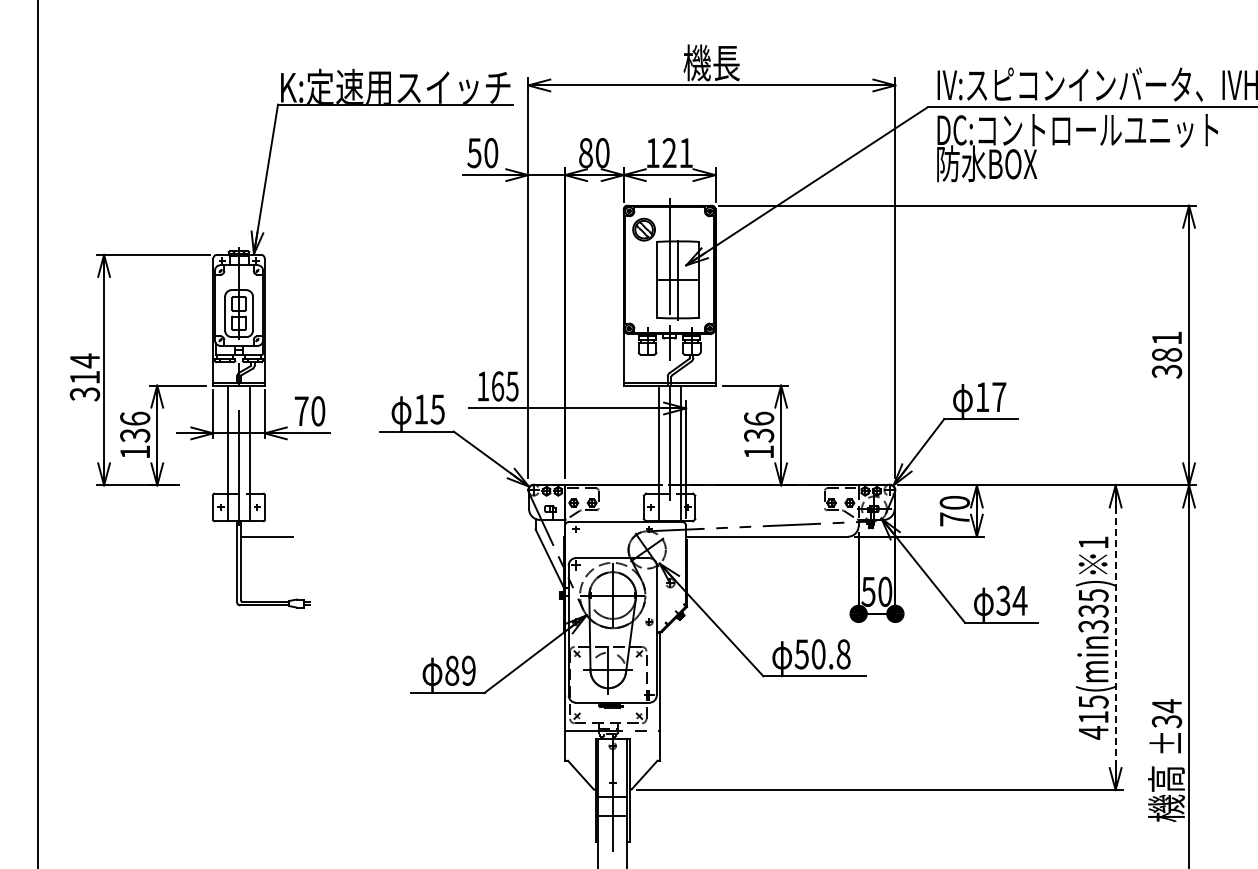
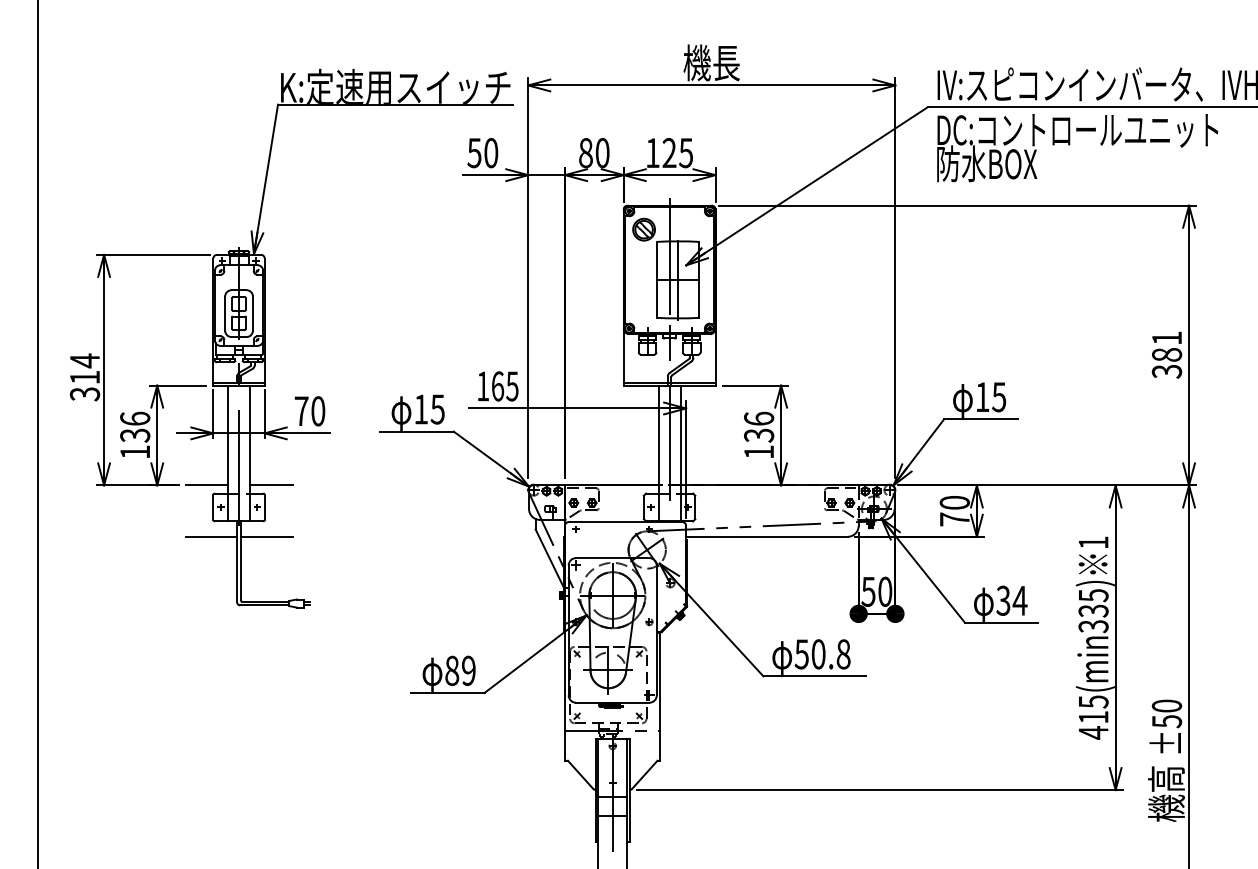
text at (685, 153): 121 -> 125
text at (999, 397): 17 -> 15
line at (206, 485): none -> present
line at (271, 485): none -> present
line at (211, 536): none -> present
line at (1115, 638): dashed -> solid
text at (1166, 713): ±34 -> ±50
